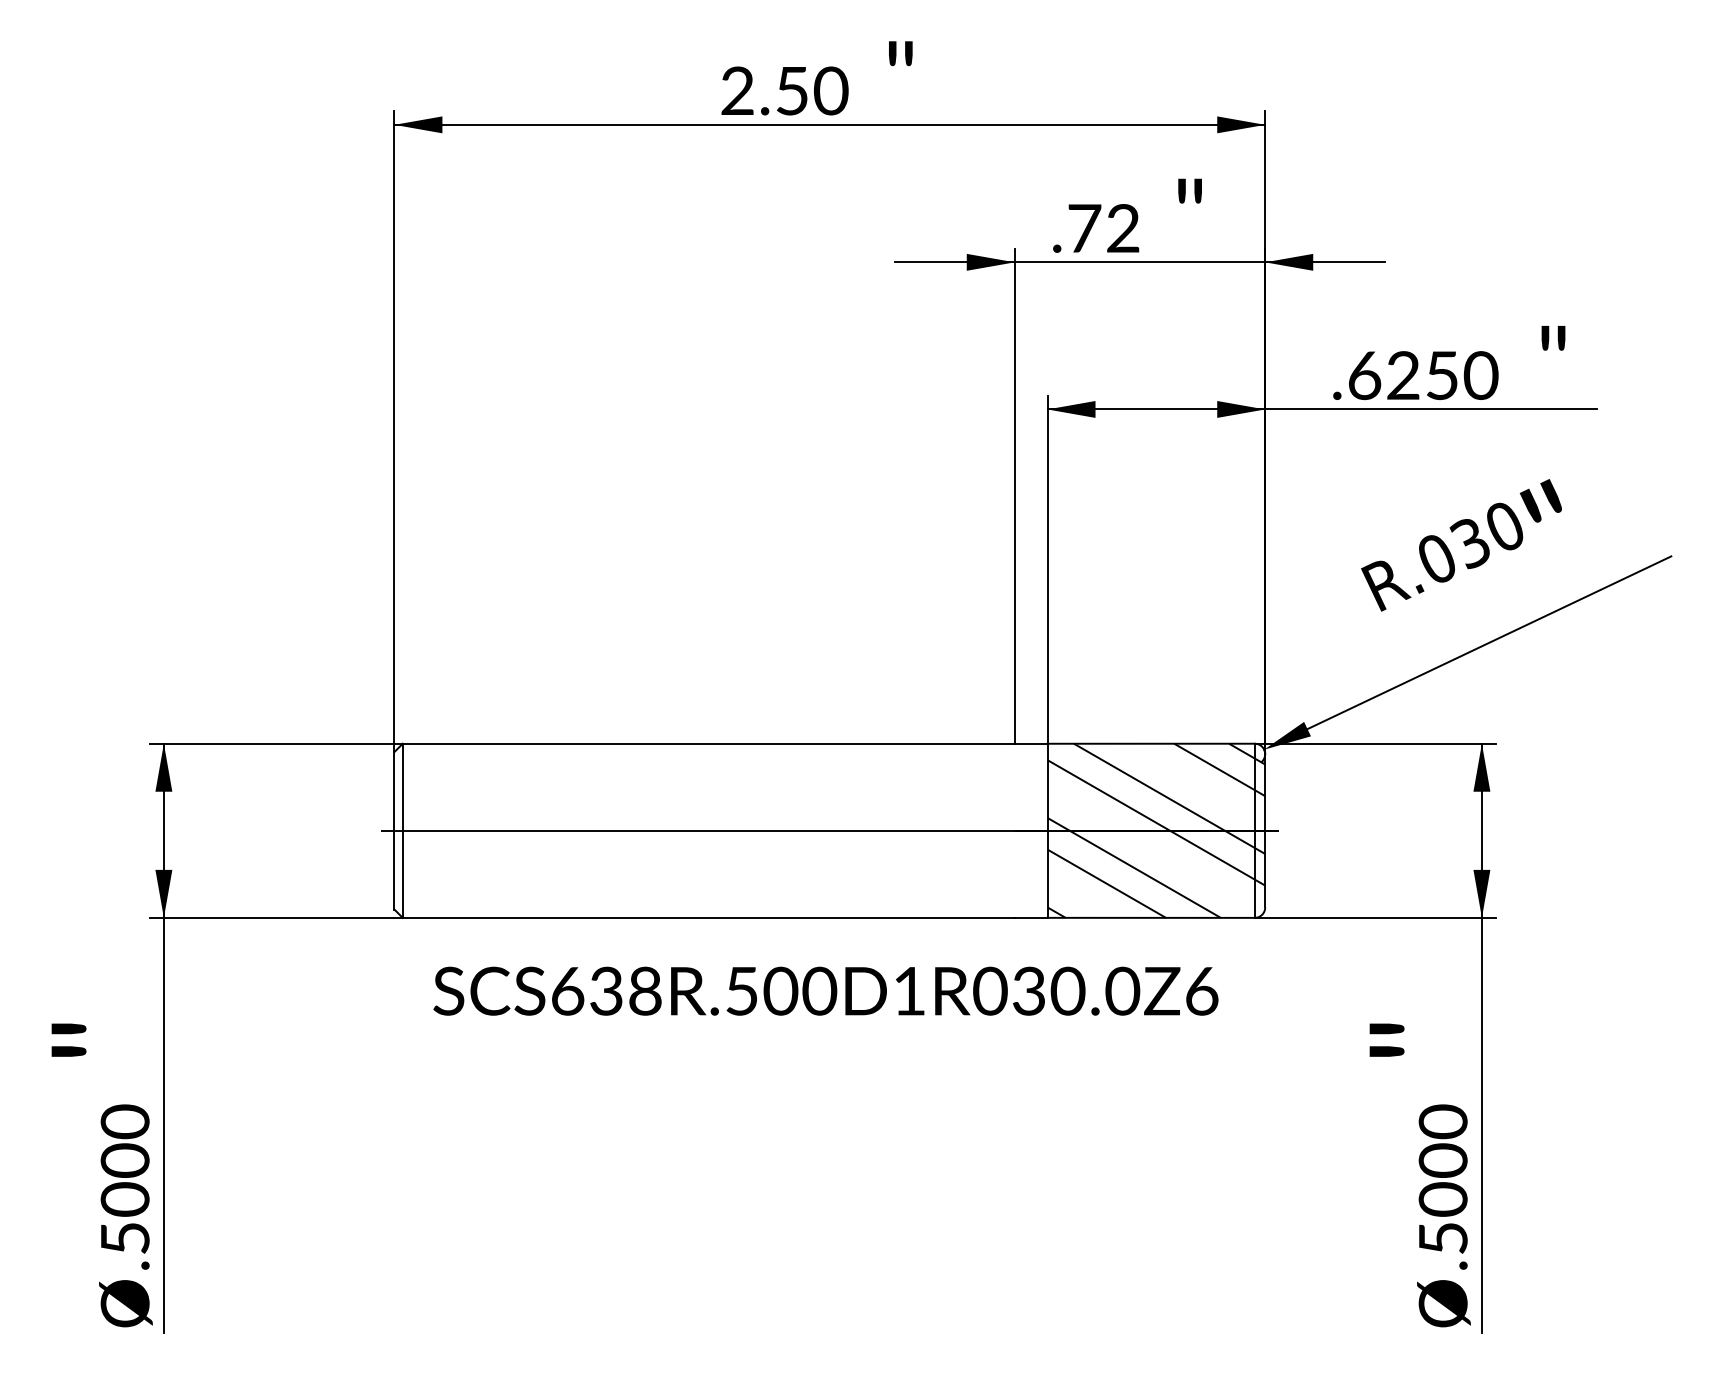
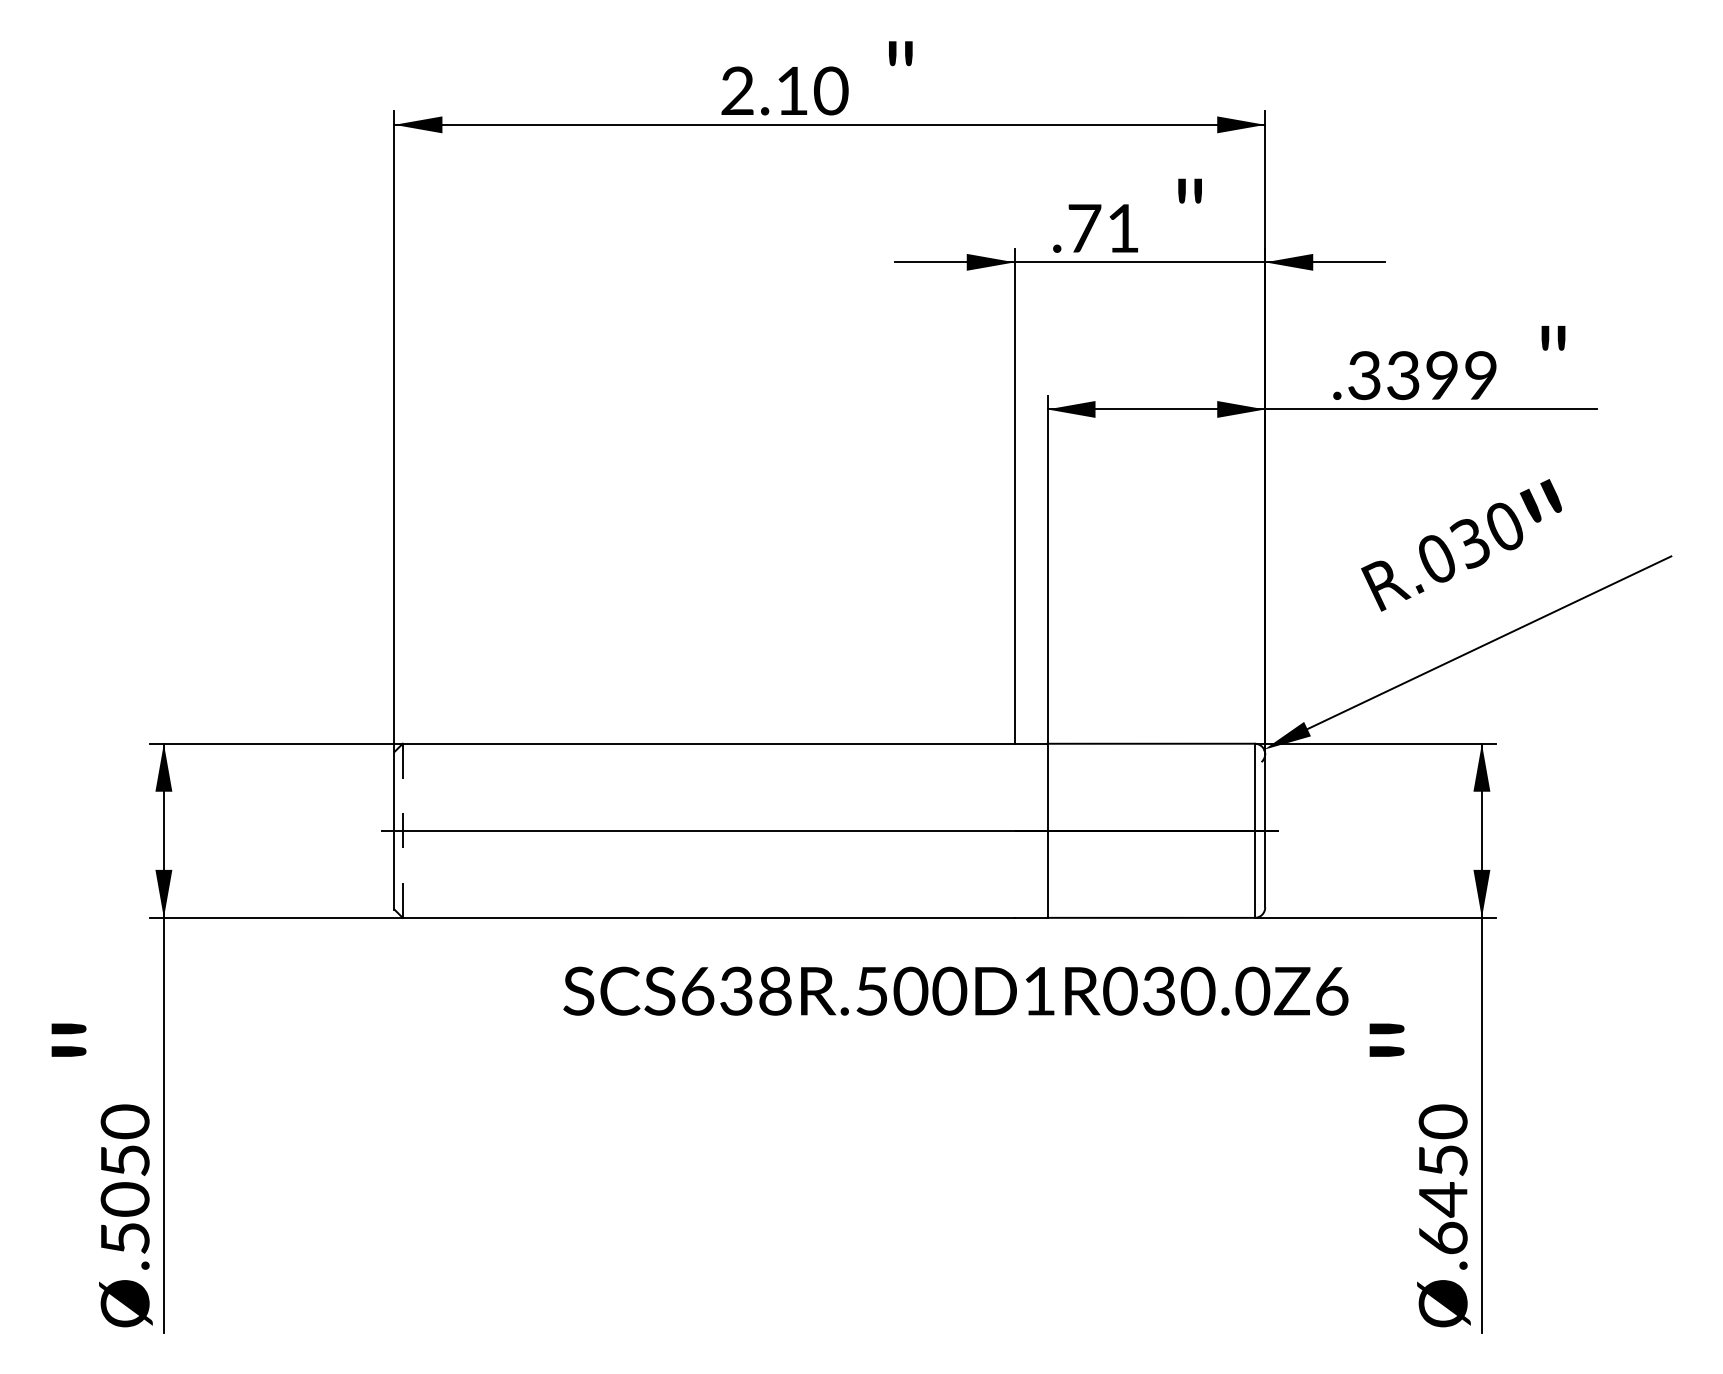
text at (792, 91): 2.50 -> 2.10
text at (1123, 228): .72 -> .71
text at (1423, 375): .6250 -> .3399
hatch at (1156, 830): present -> none
line at (402, 831): solid -> dashed
text at (825, 990) position: (825, 990) -> (955, 990)
text at (124, 1160): .5000 -> .5050
text at (1442, 1198): .5000 -> .6450
